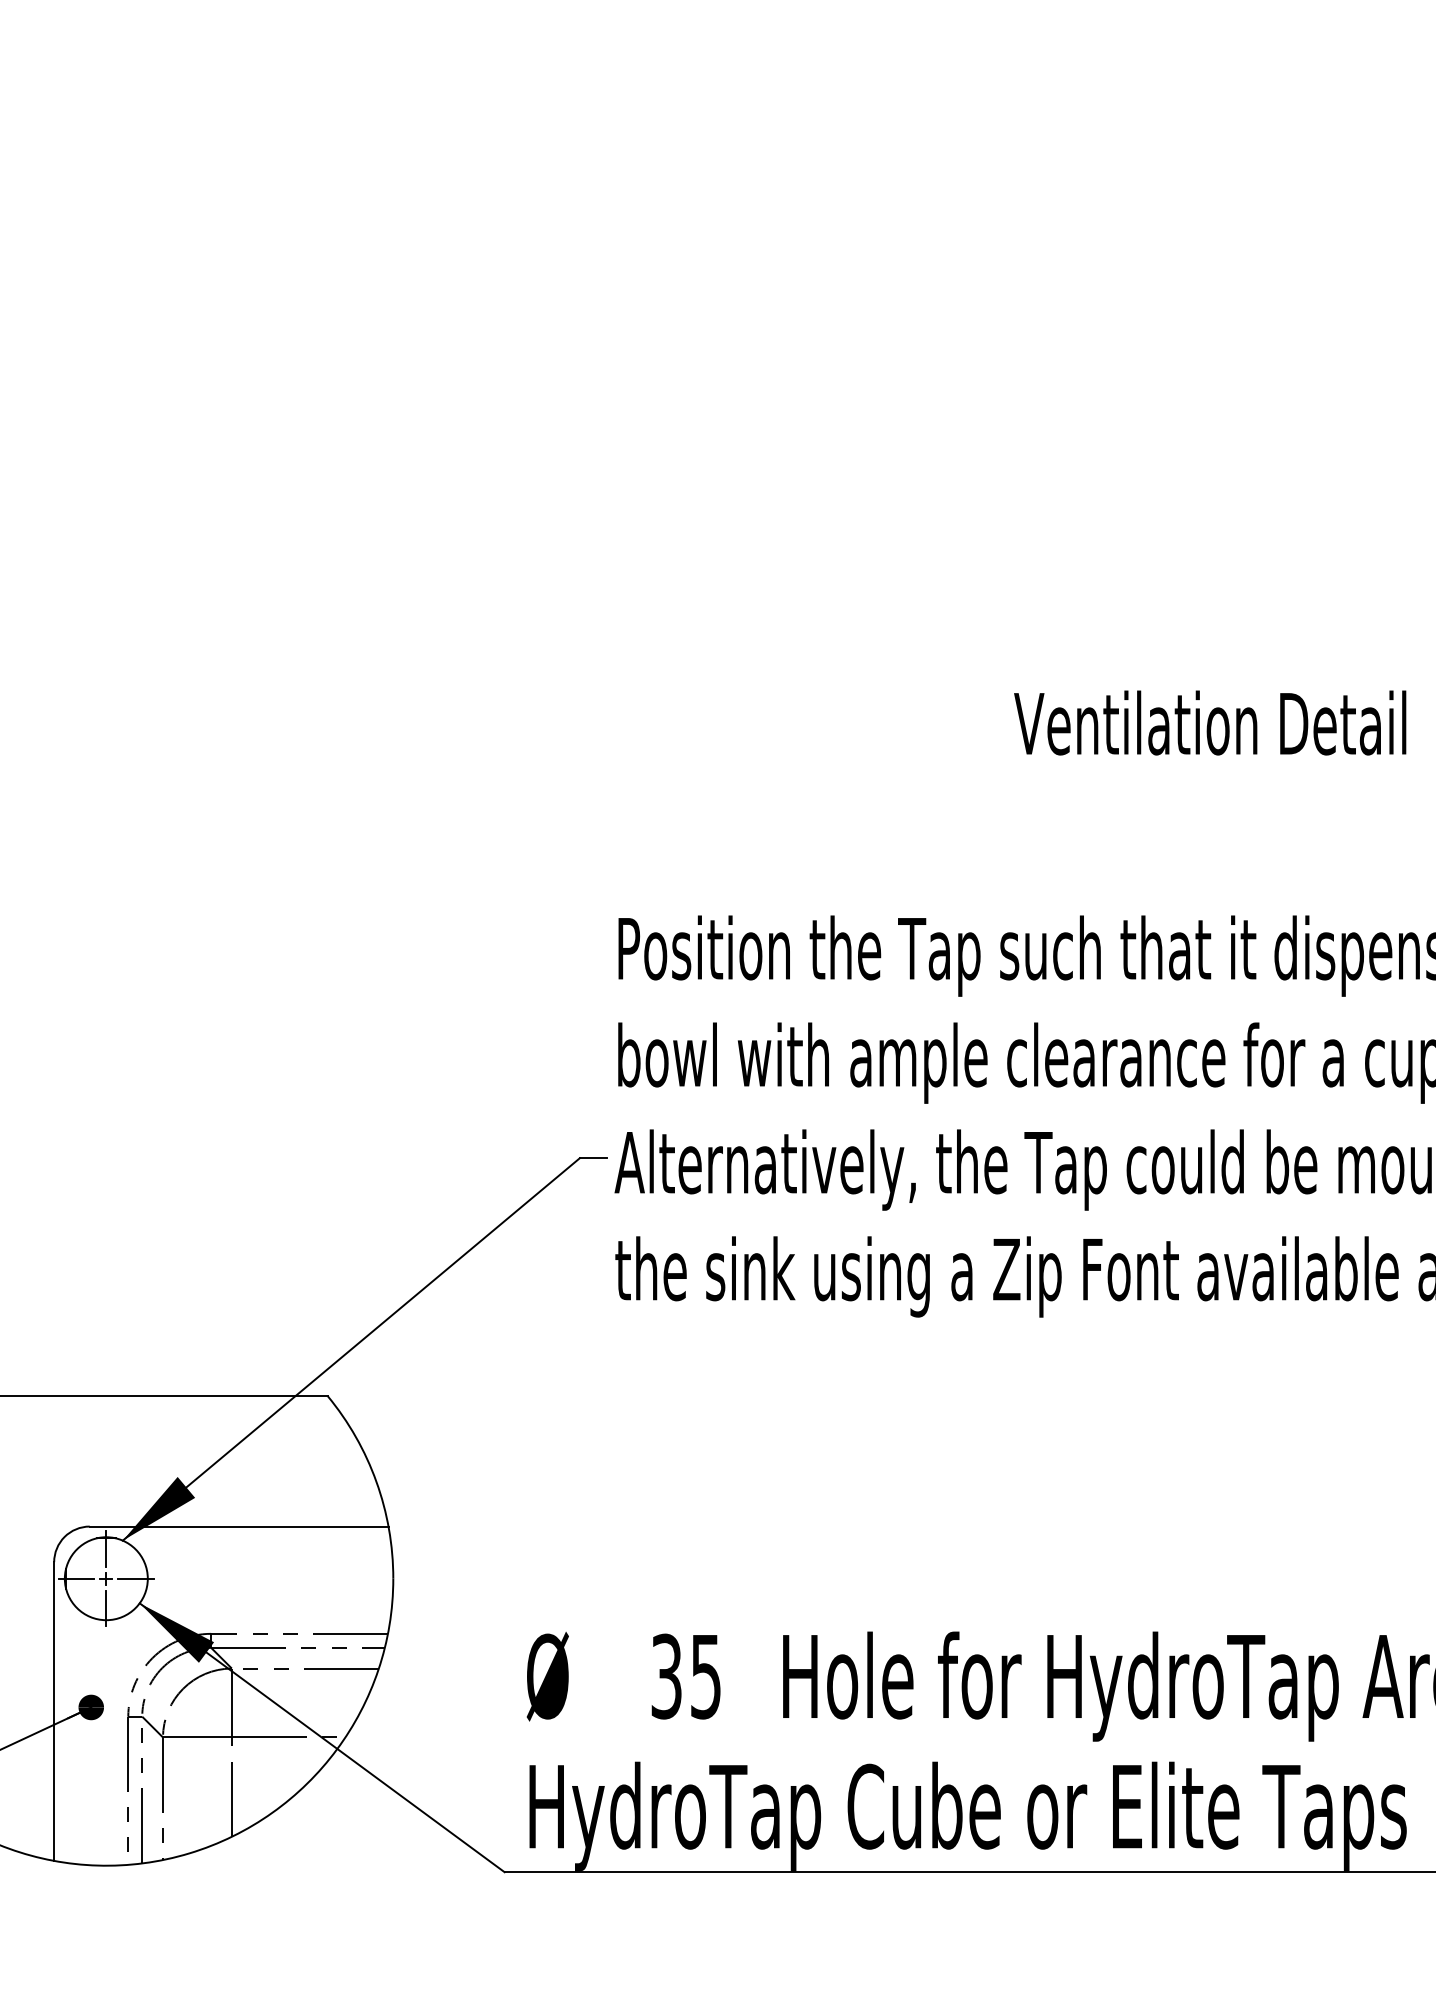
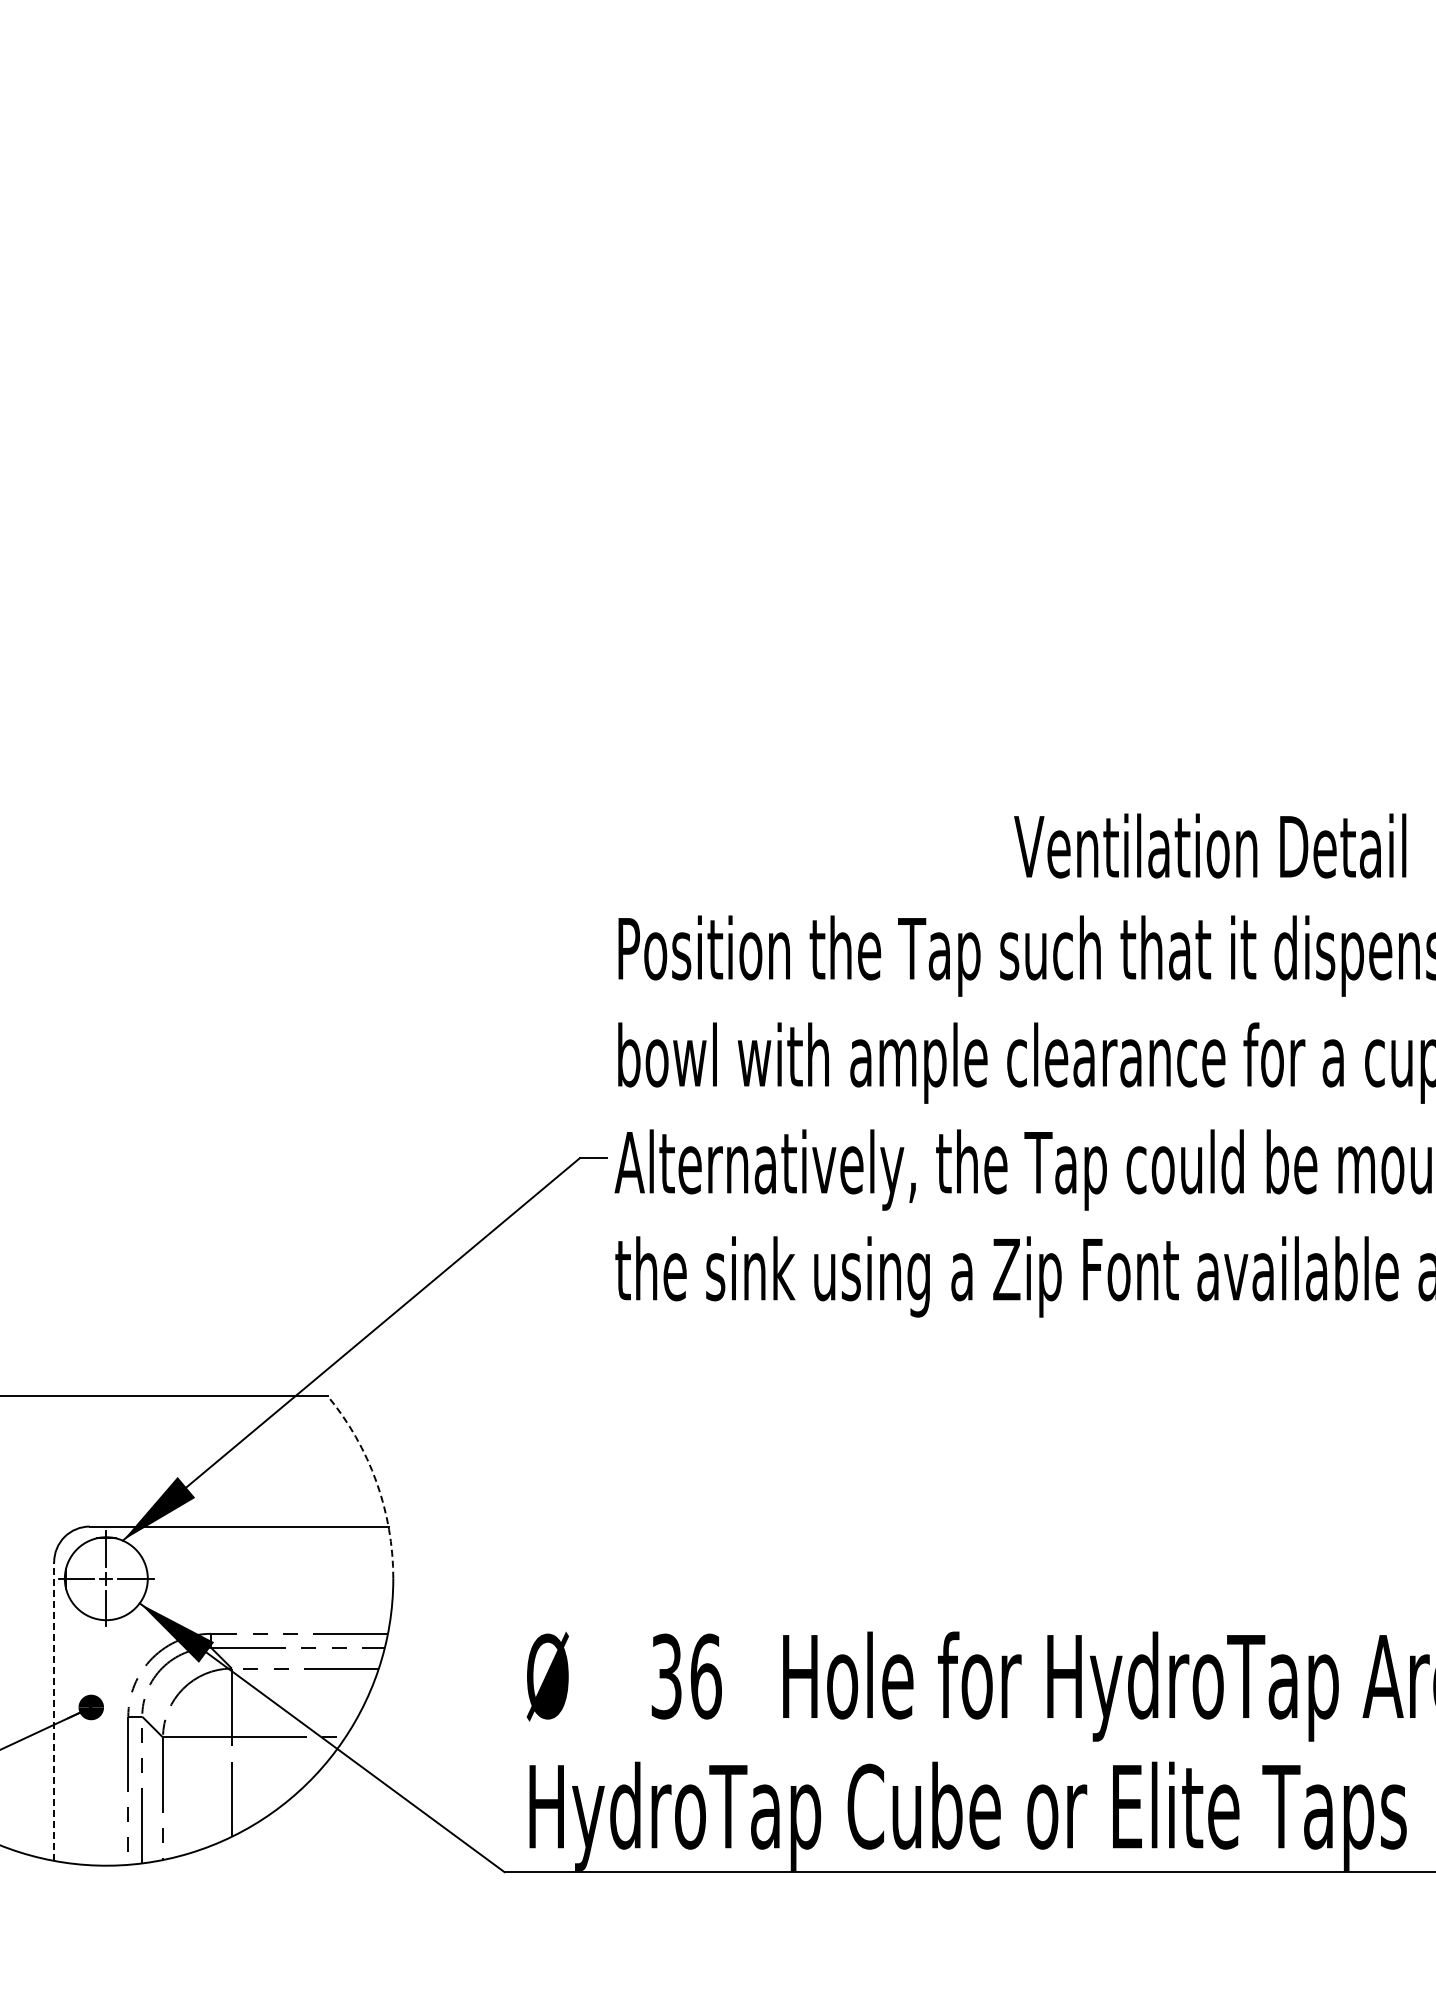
text at (1210, 722) position: (1210, 722) -> (1210, 845)
arc at (376, 1481): solid -> dashed
text at (705, 1676): 35 -> 36
line at (54, 1711): solid -> dashed
